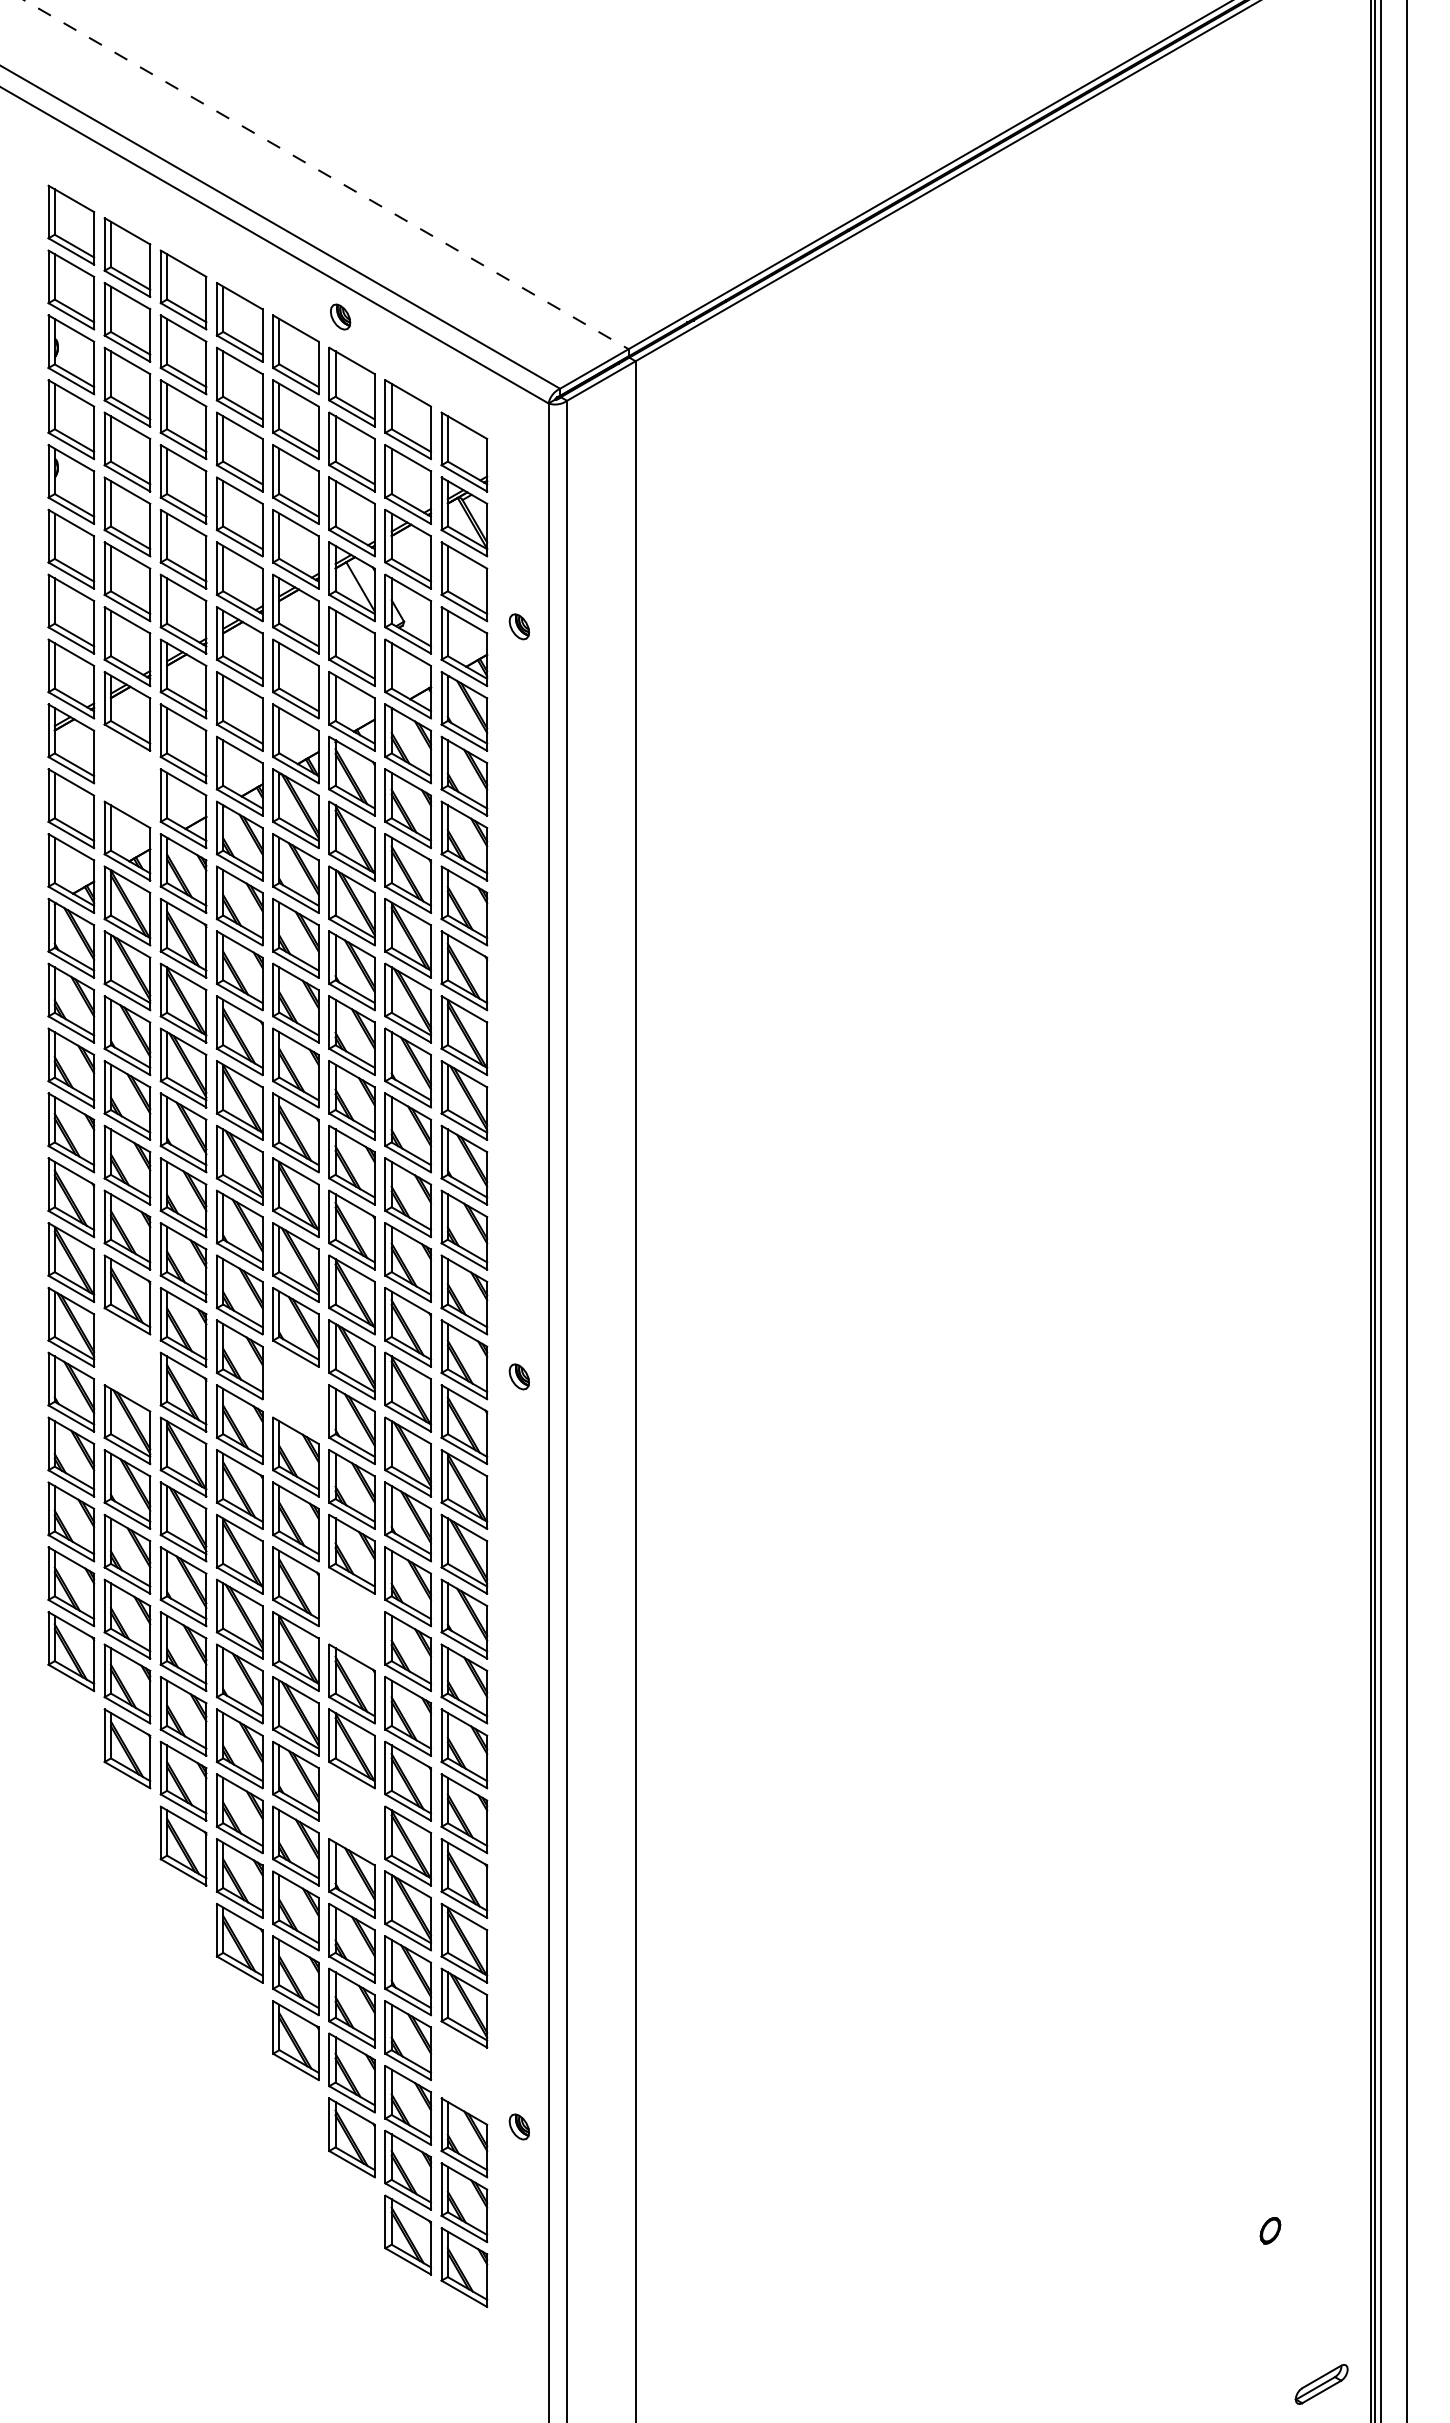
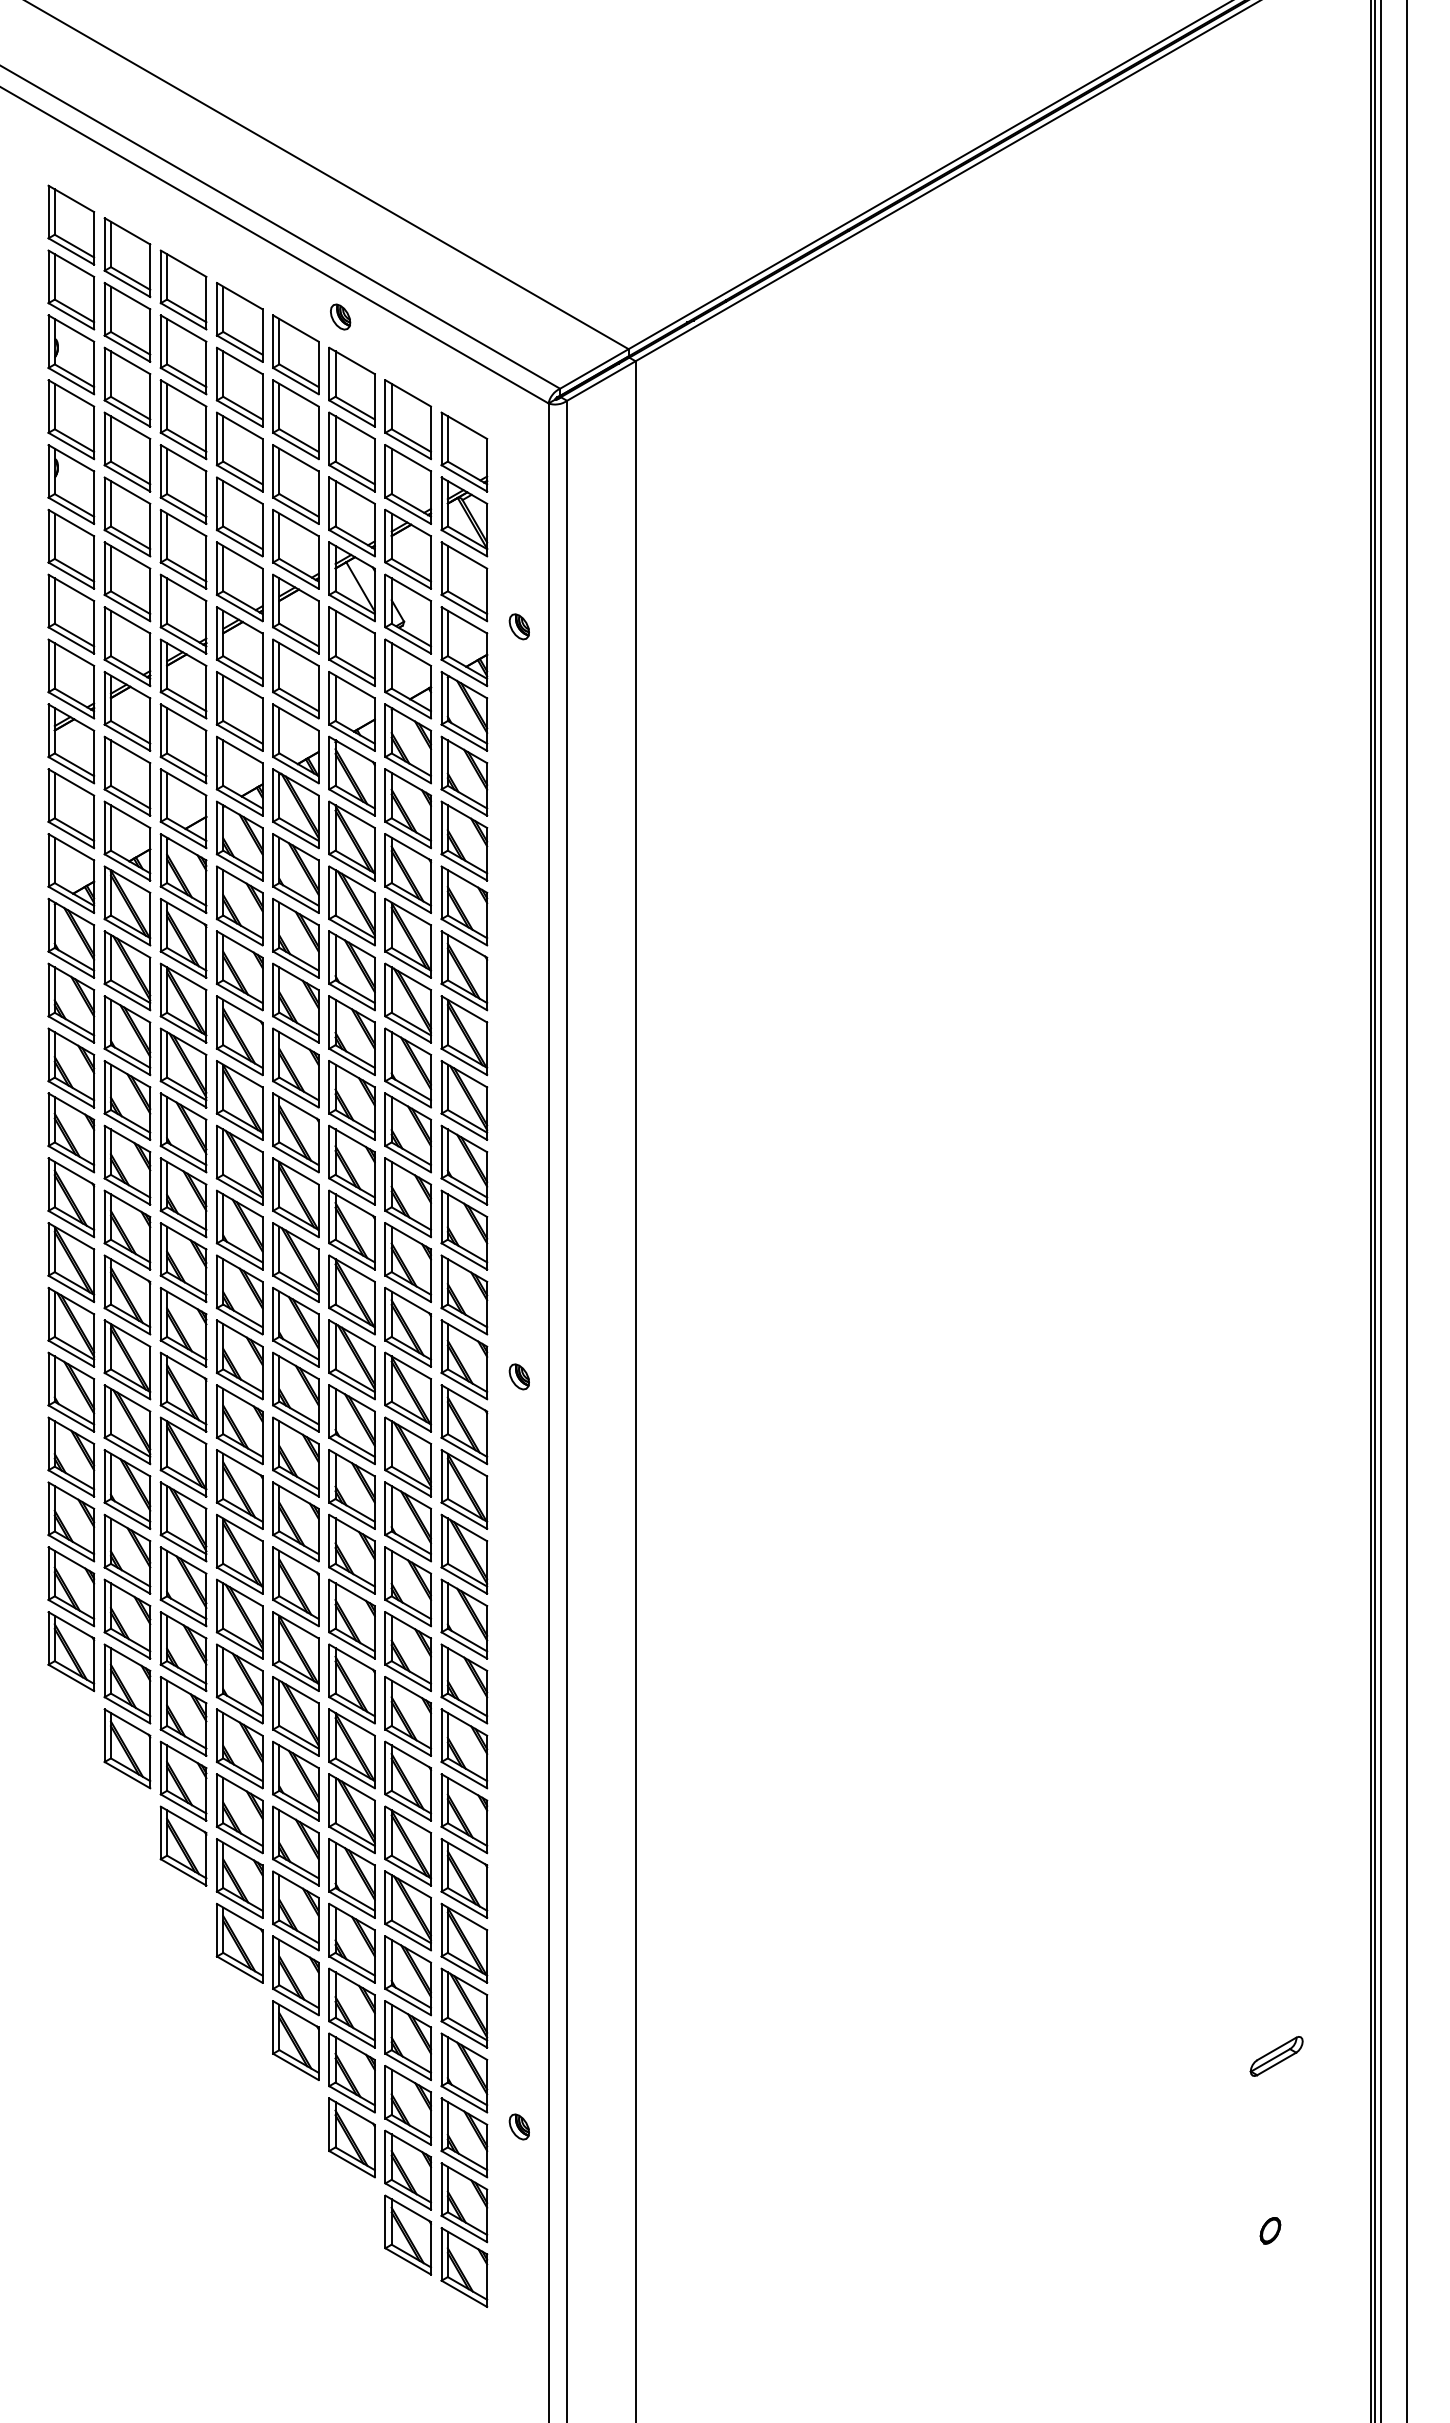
line at (326, 174): dashed -> solid
part at (127, 775): none -> present
part at (127, 1359): none -> present
part at (295, 1391): none -> present
part at (351, 1618): none -> present
part at (351, 1813): none -> present
part at (464, 2072): none -> present
part at (1321, 2384) position: (1321, 2384) -> (1276, 2056)
